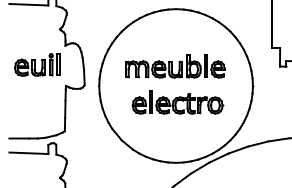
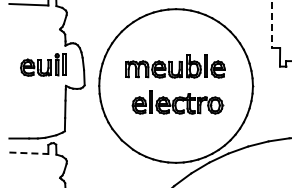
line at (271, 24): solid -> dashed
part at (37, 64) position: (37, 64) -> (43, 64)
line at (29, 153): solid -> dashed
